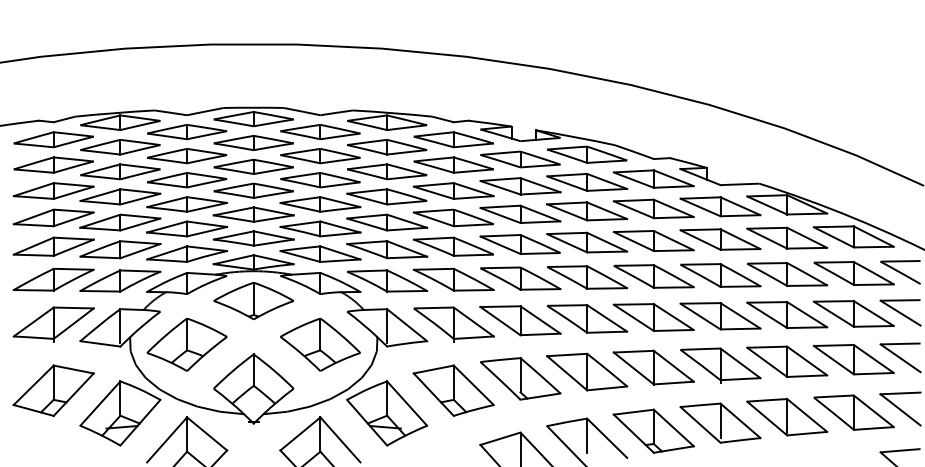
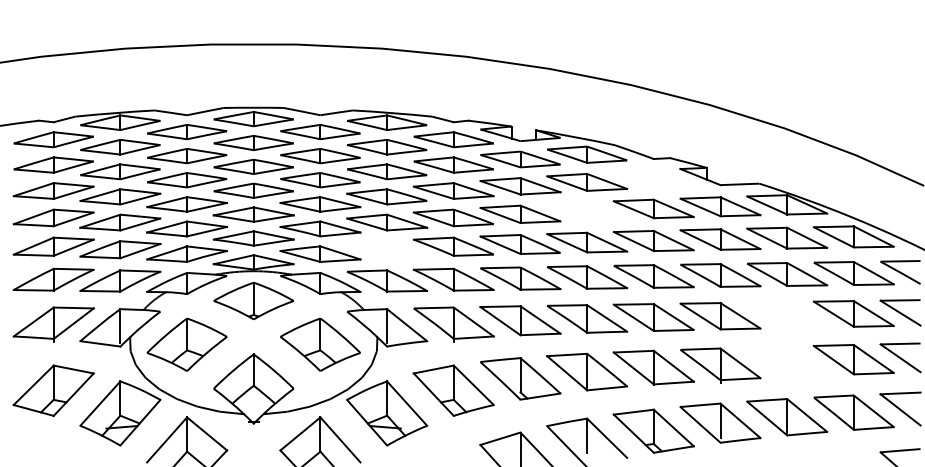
part at (653, 178): present -> none
part at (587, 211): present -> none
part at (387, 249): present -> none
part at (787, 315): present -> none
part at (787, 361): present -> none
